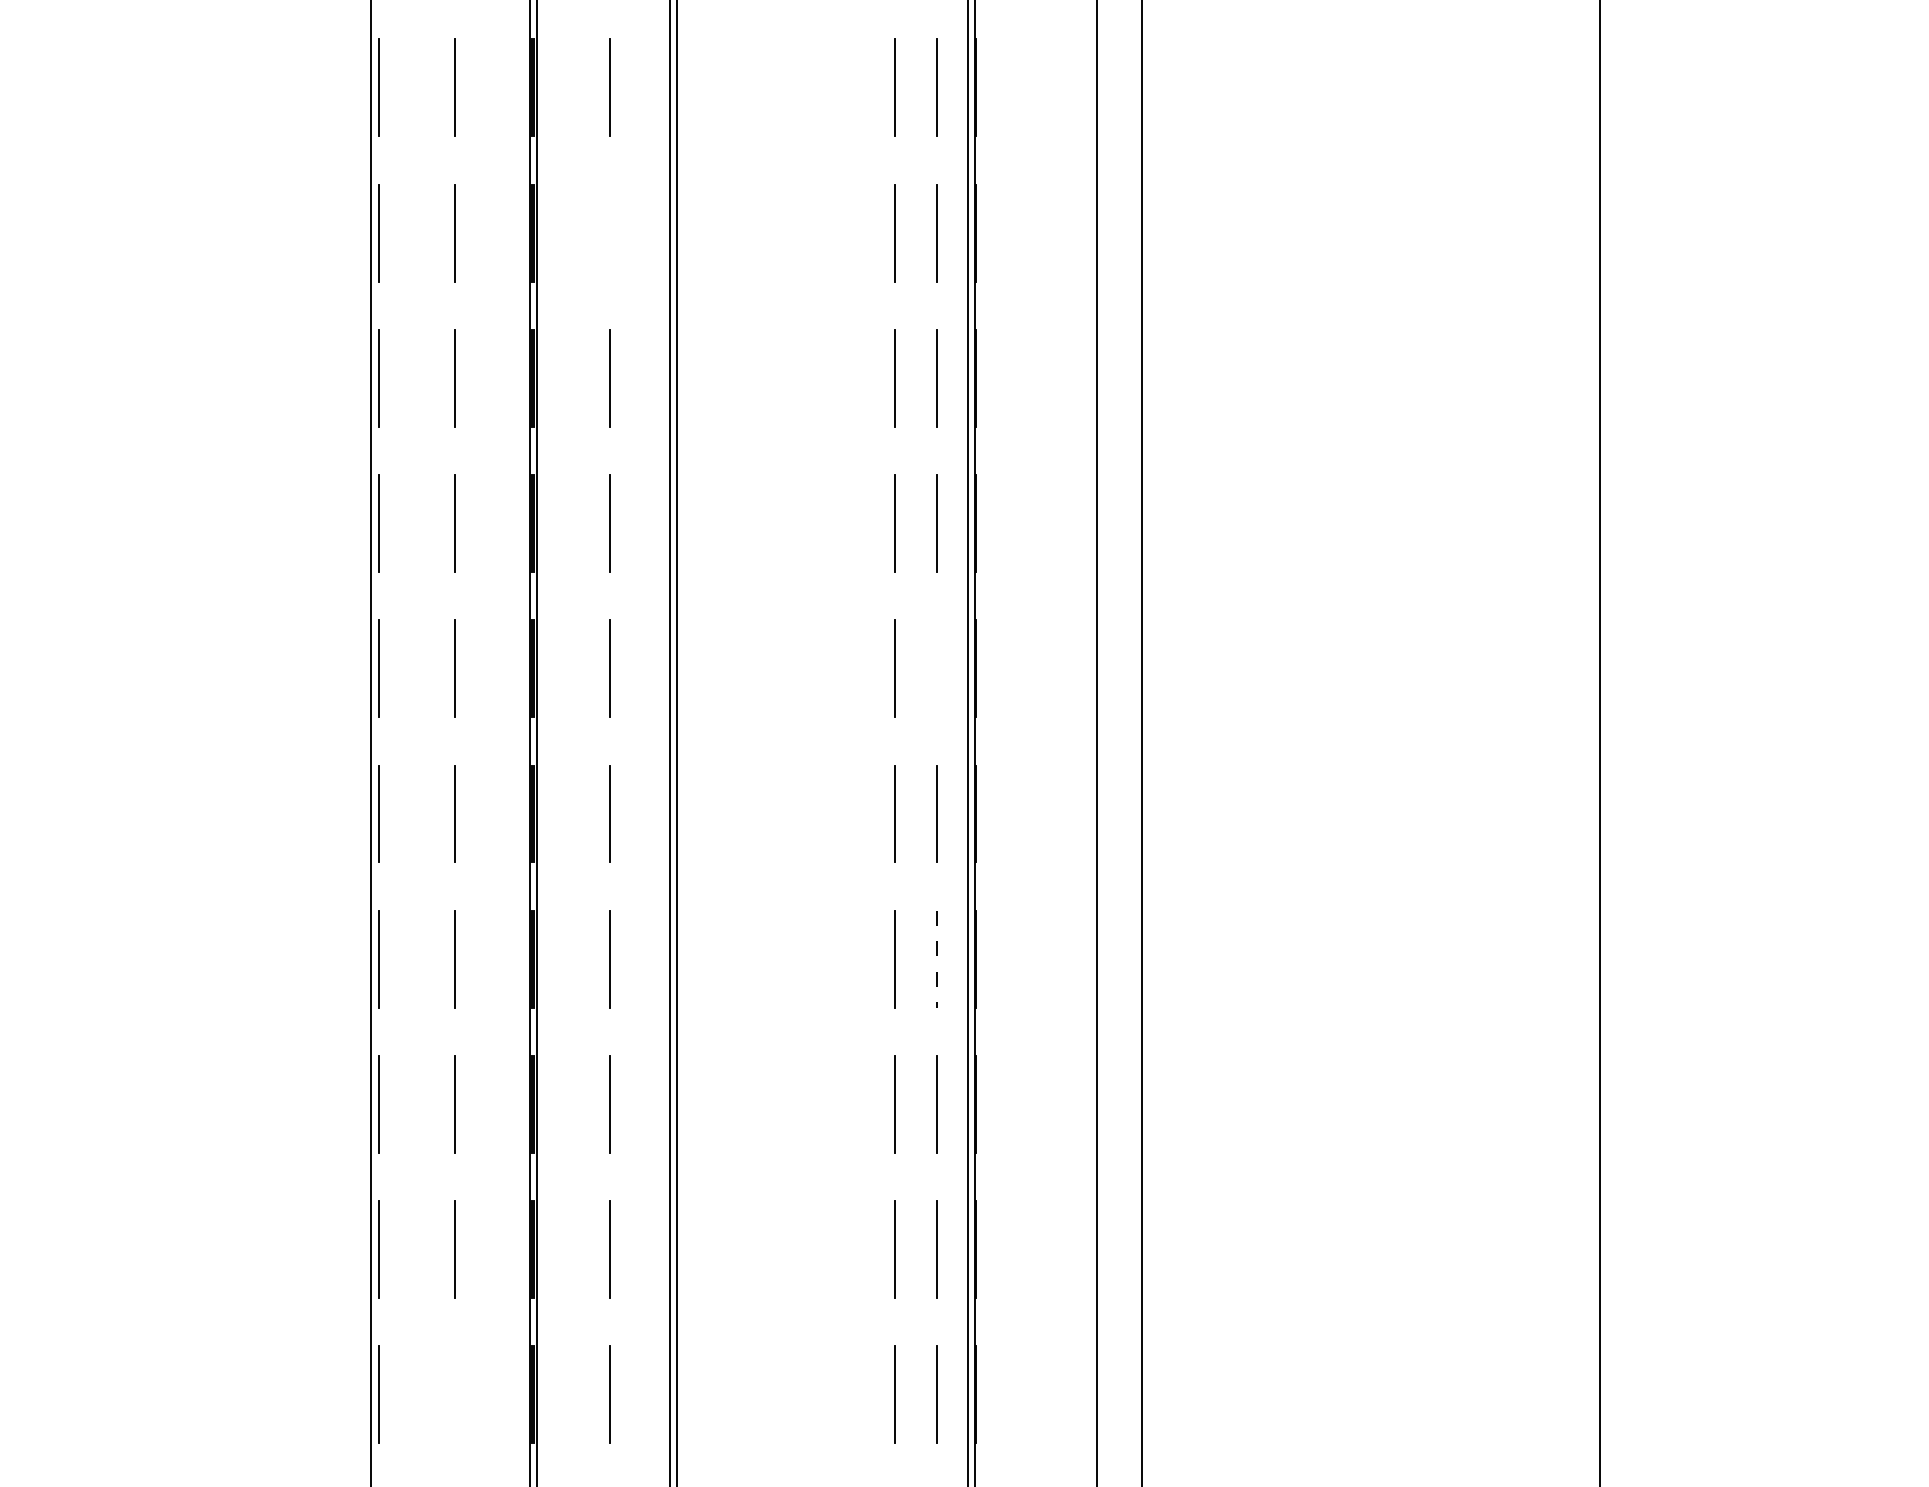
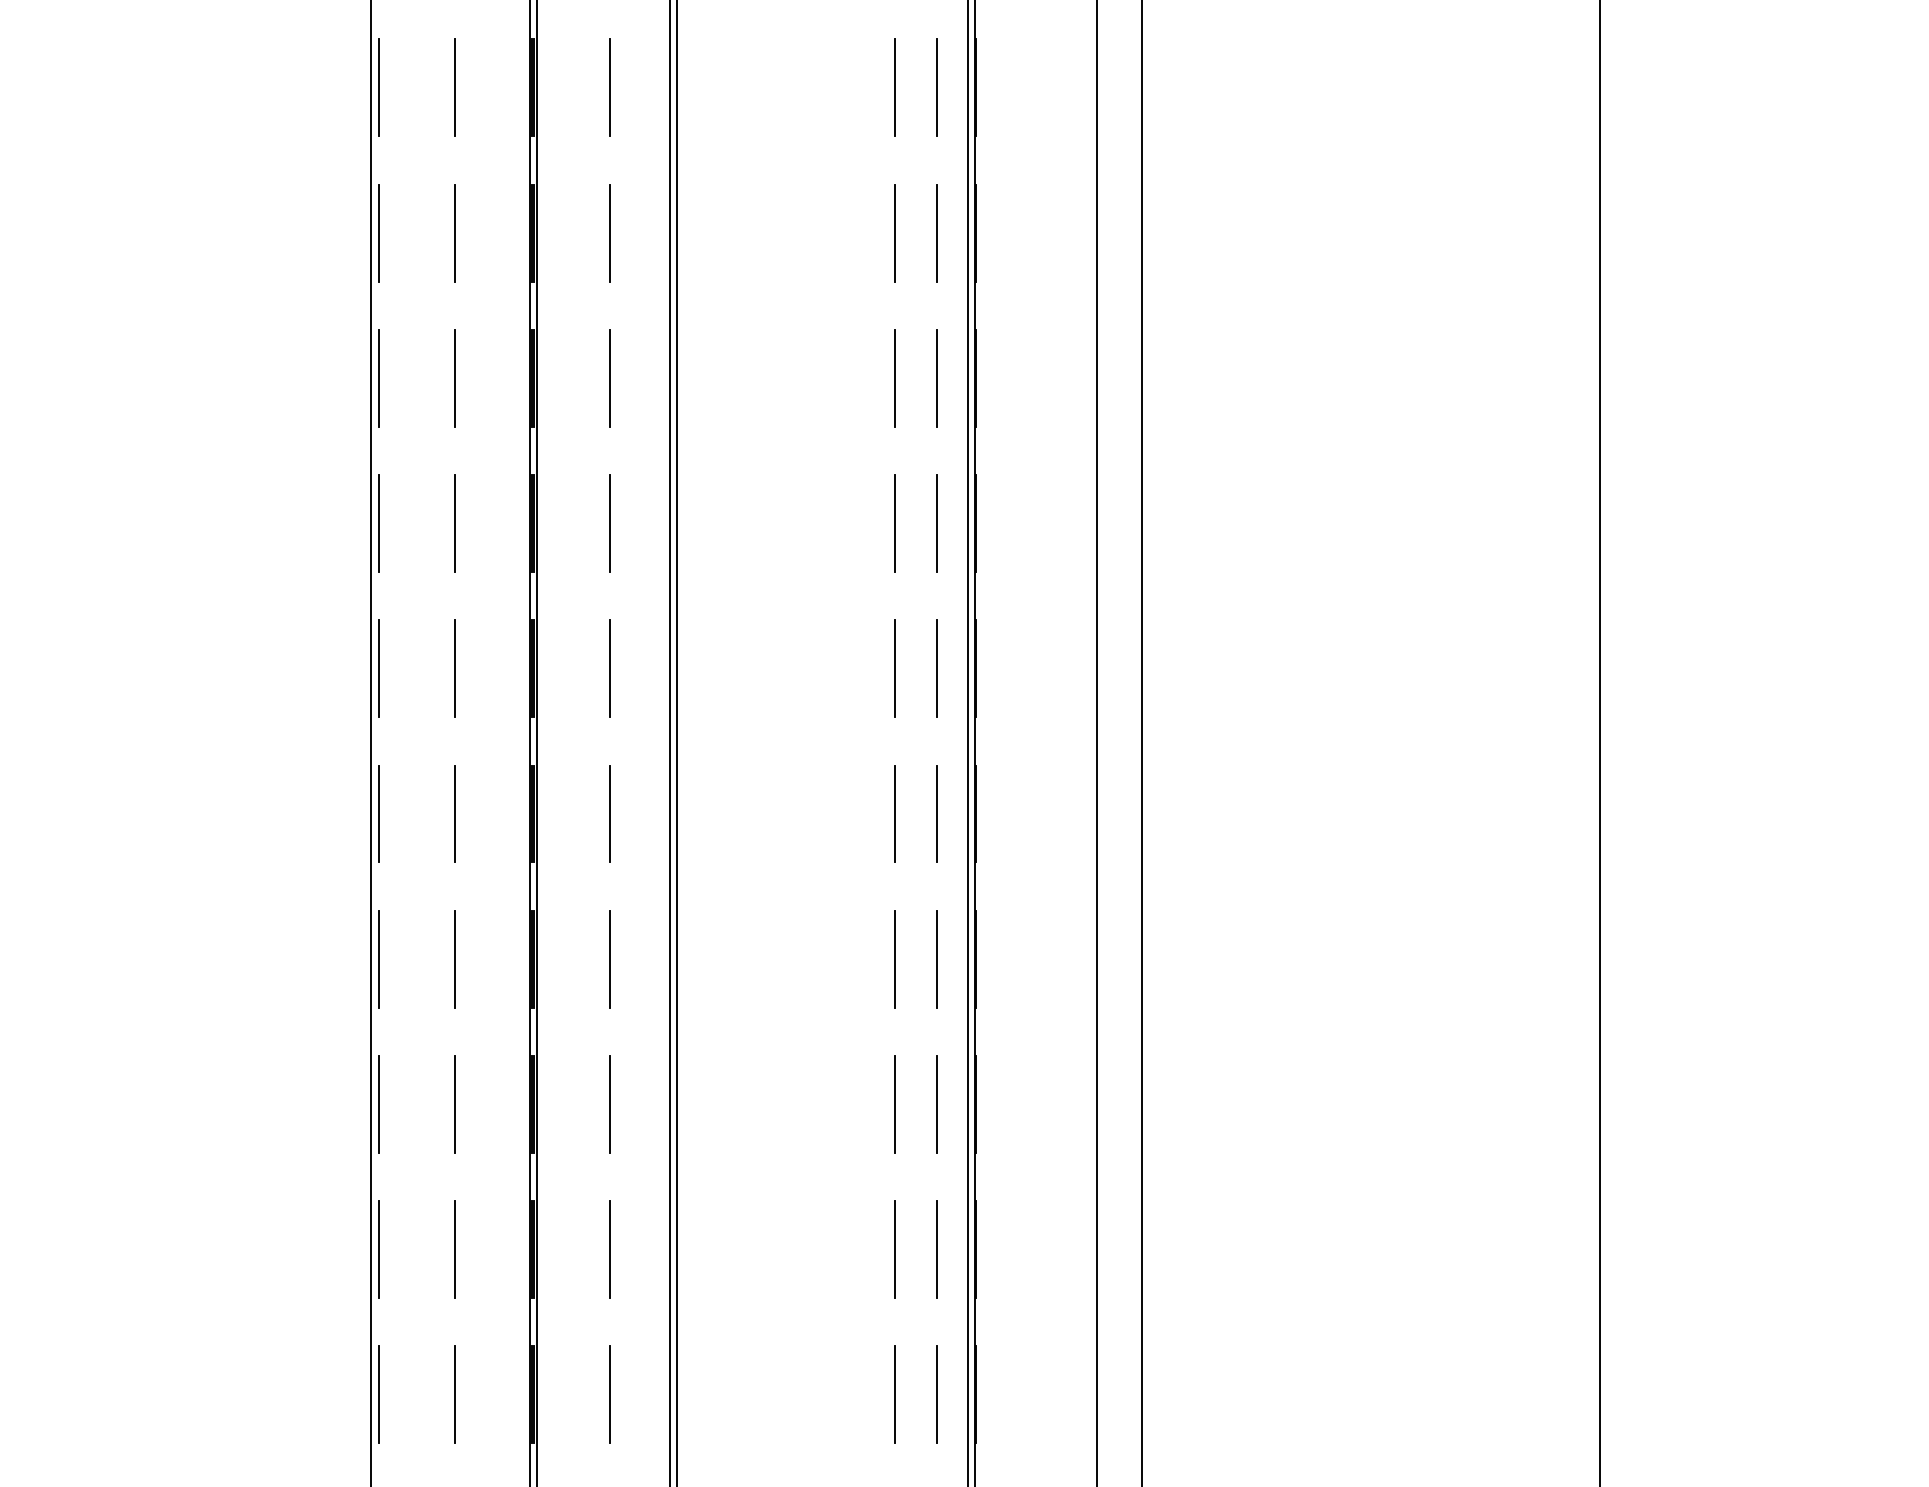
line at (609, 233): none -> present
line at (937, 668): none -> present
line at (937, 959): dashed -> solid
line at (454, 1394): none -> present
